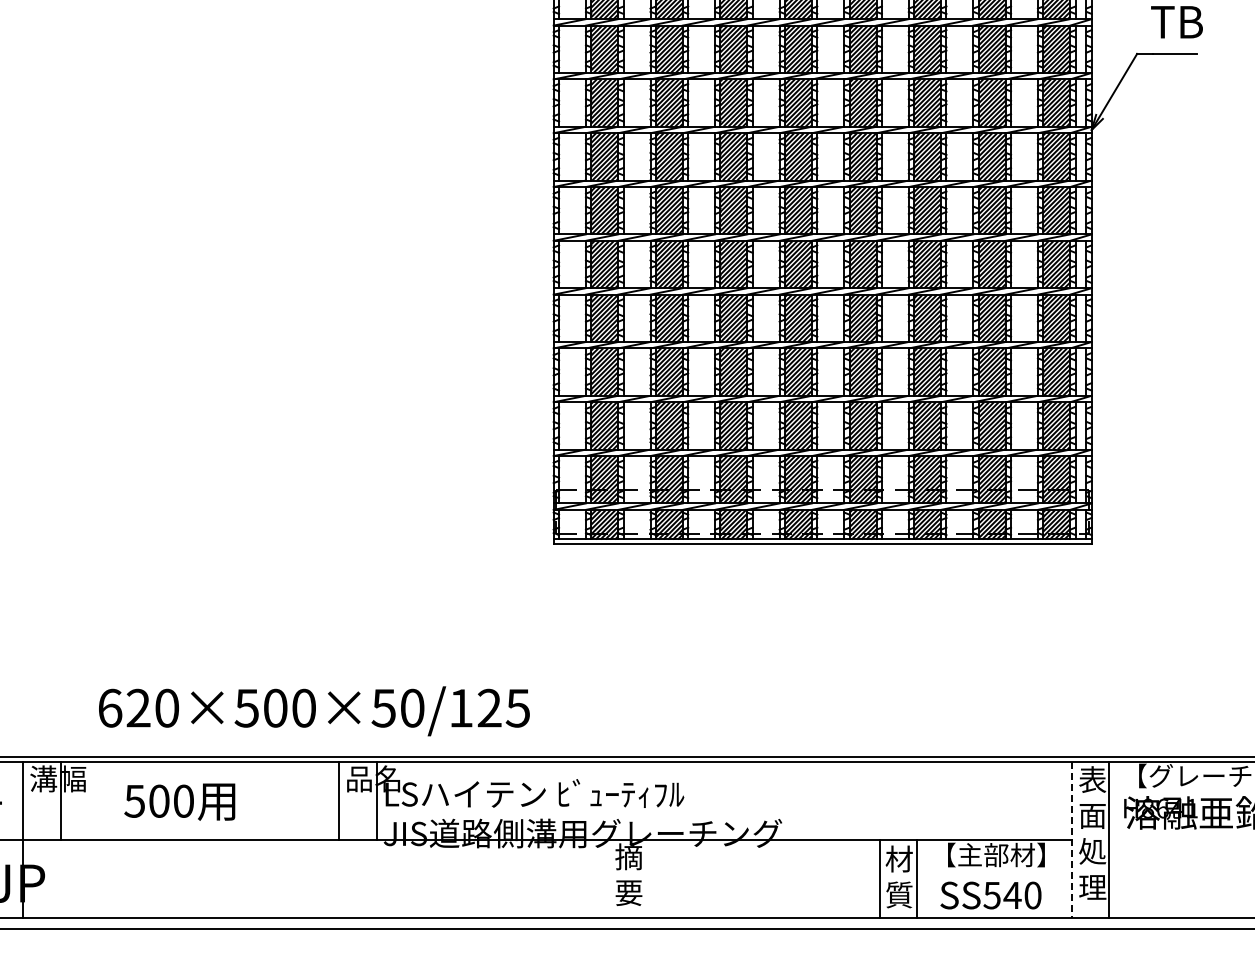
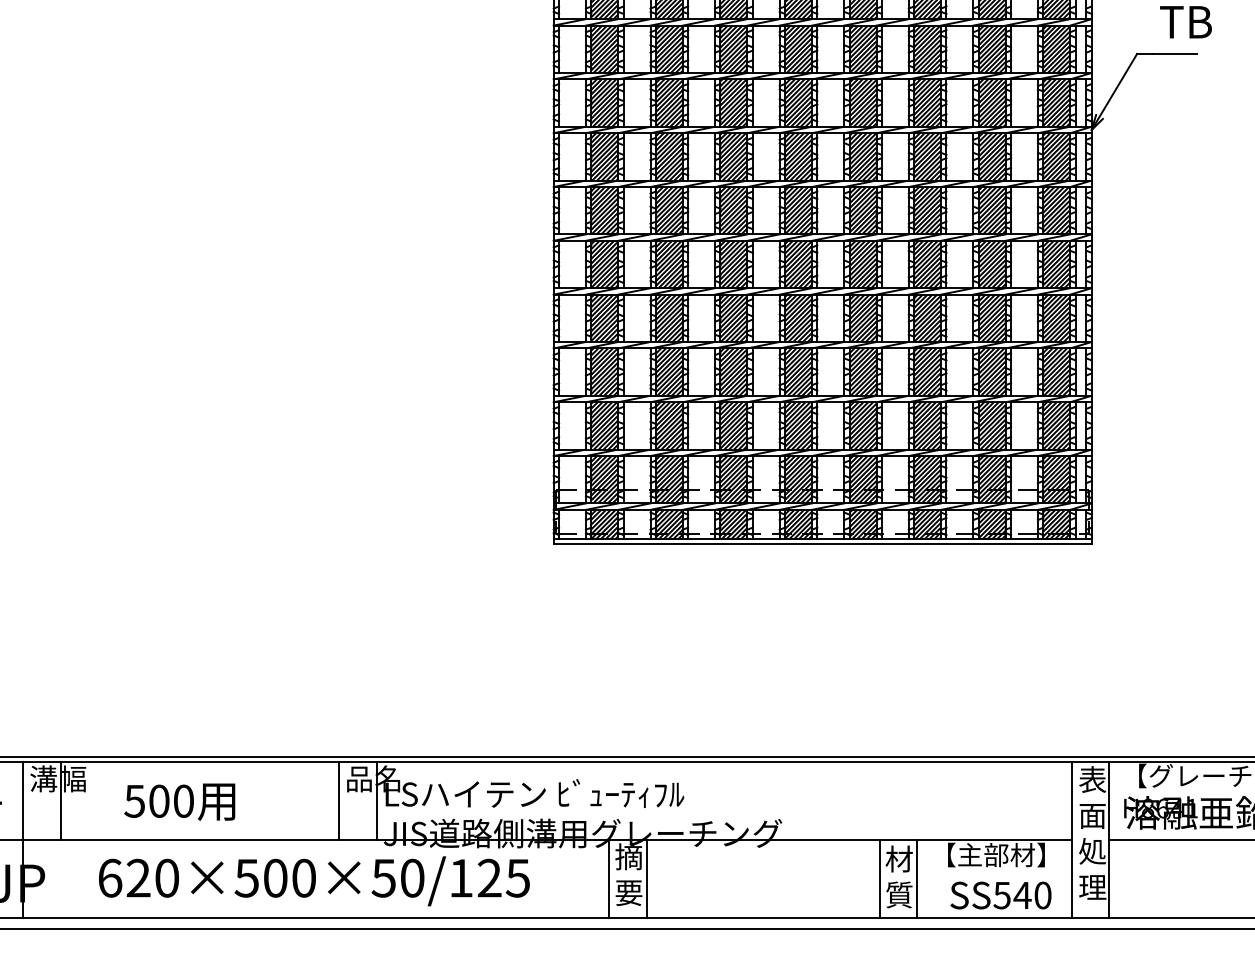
text at (1176, 22) position: (1176, 22) -> (1185, 22)
text at (314, 711) position: (314, 711) -> (314, 881)
line at (1071, 840): dashed -> solid
line at (1180, 840): none -> present
line at (609, 879): none -> present
line at (646, 879): none -> present
text at (990, 895) position: (990, 895) -> (1000, 895)
